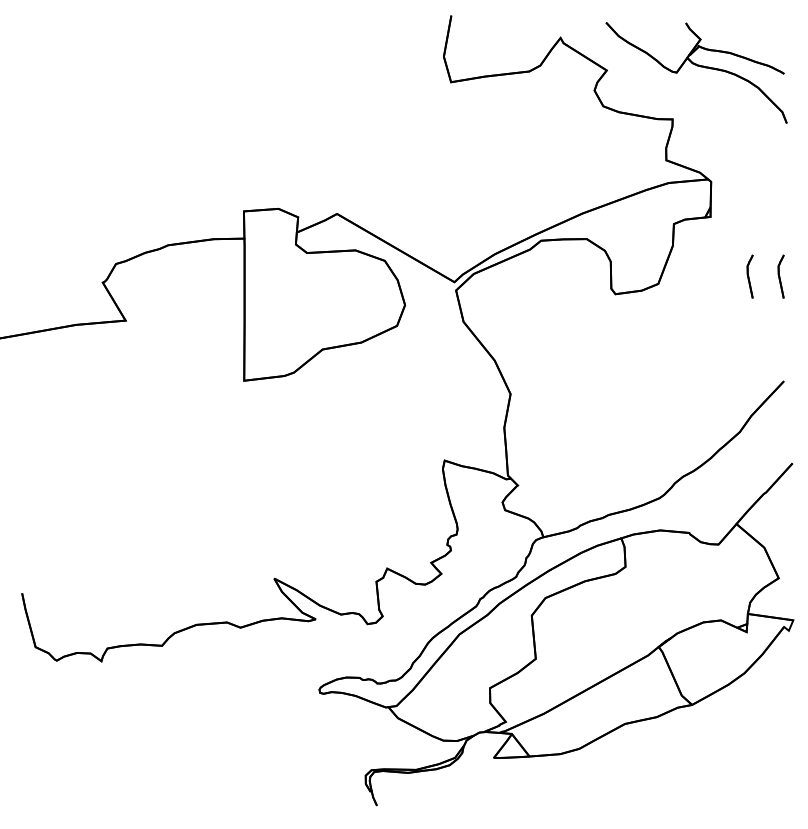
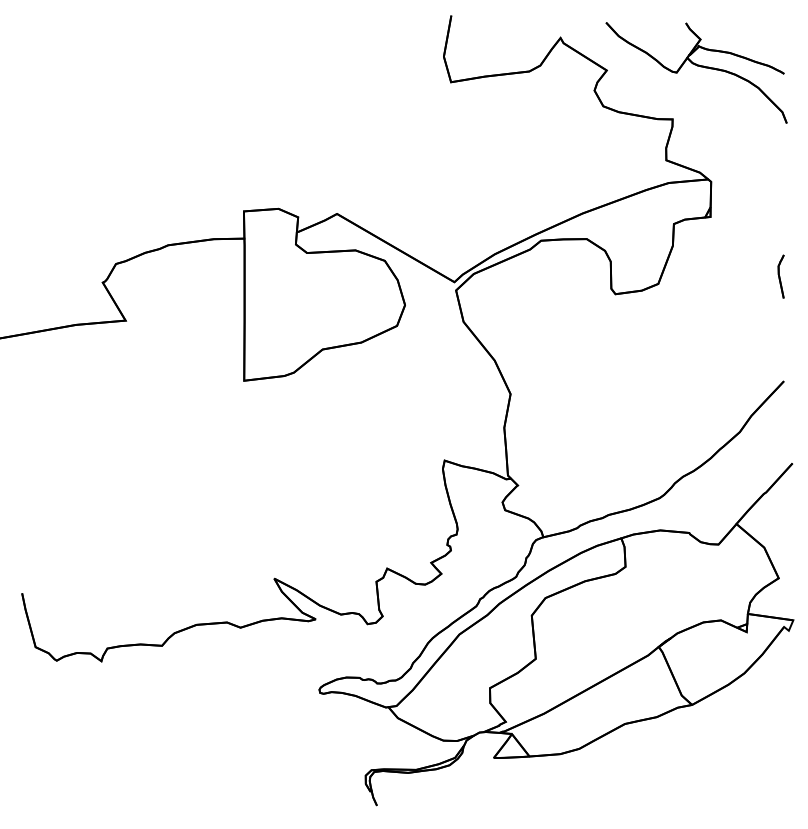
part at (749, 276): present -> none
